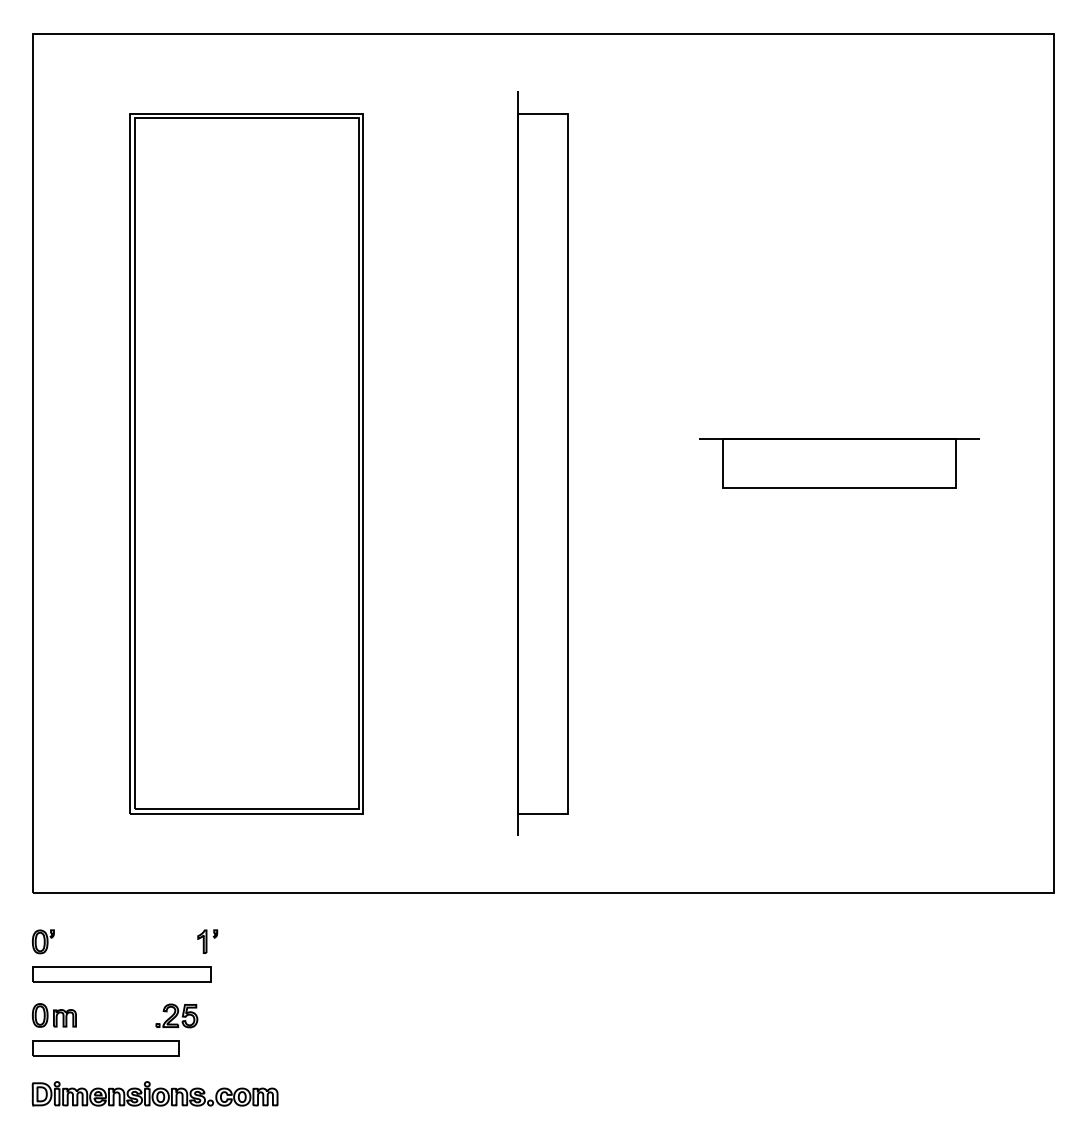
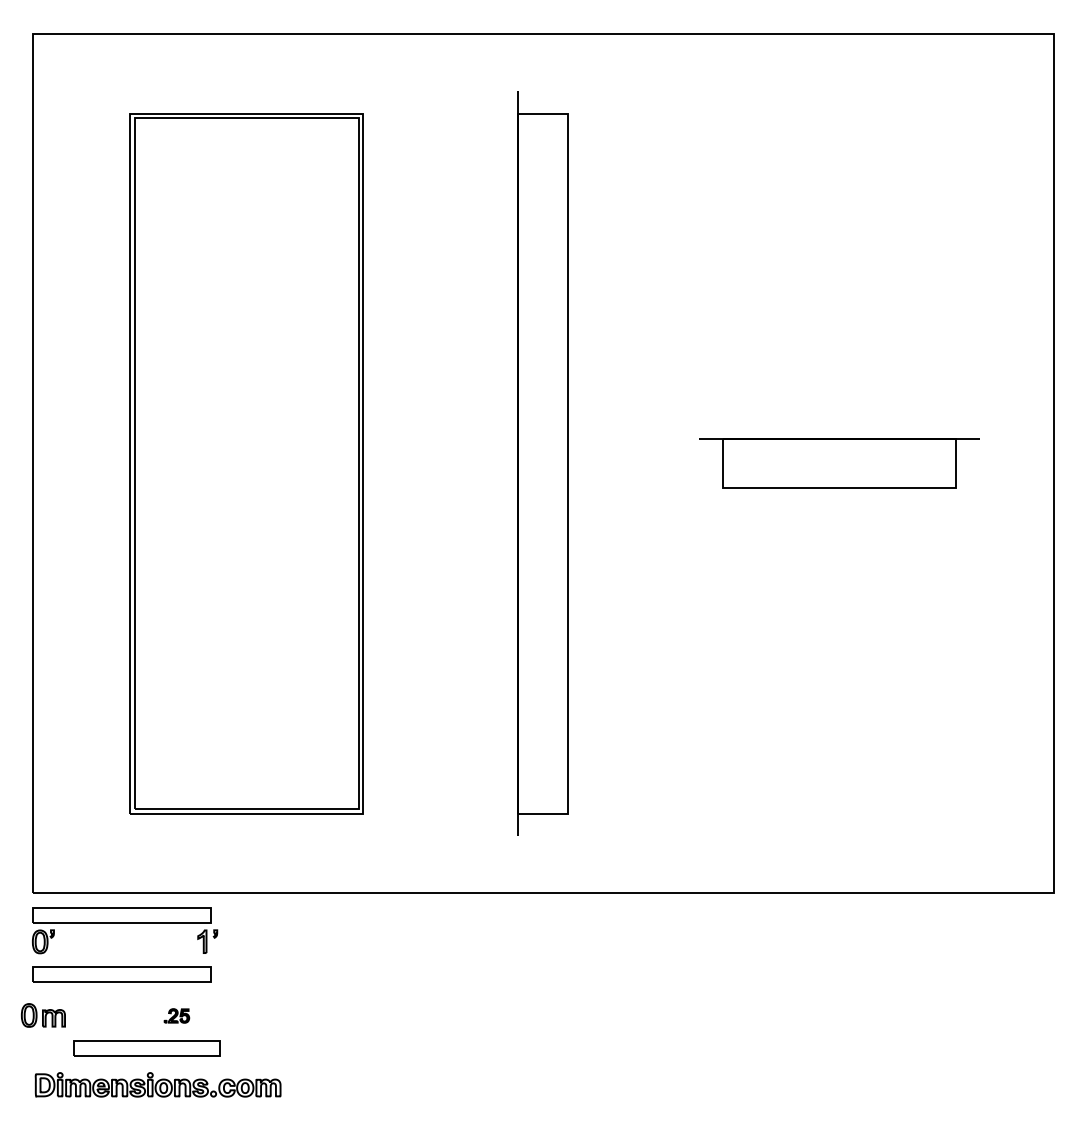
part at (121, 915): none -> present
part at (54, 1015) position: (54, 1015) -> (43, 1015)
part at (176, 1015) size: 44x26 px -> 28x16 px
part at (105, 1048) position: (105, 1048) -> (146, 1048)
part at (154, 1093) position: (154, 1093) -> (157, 1084)
